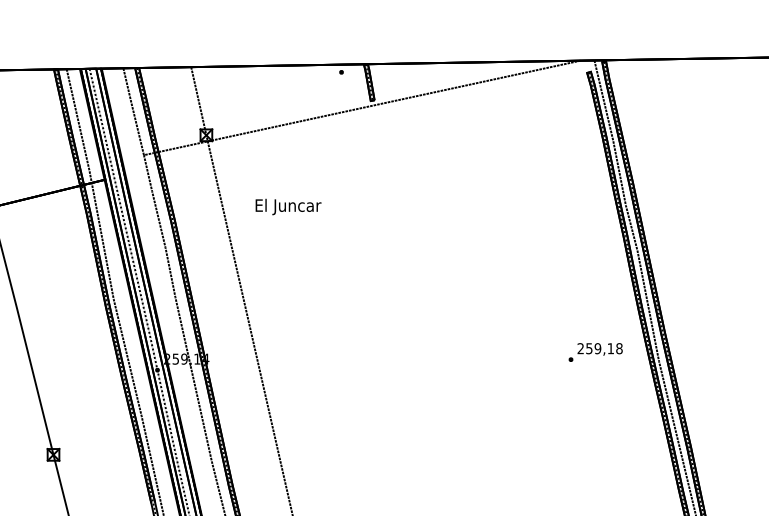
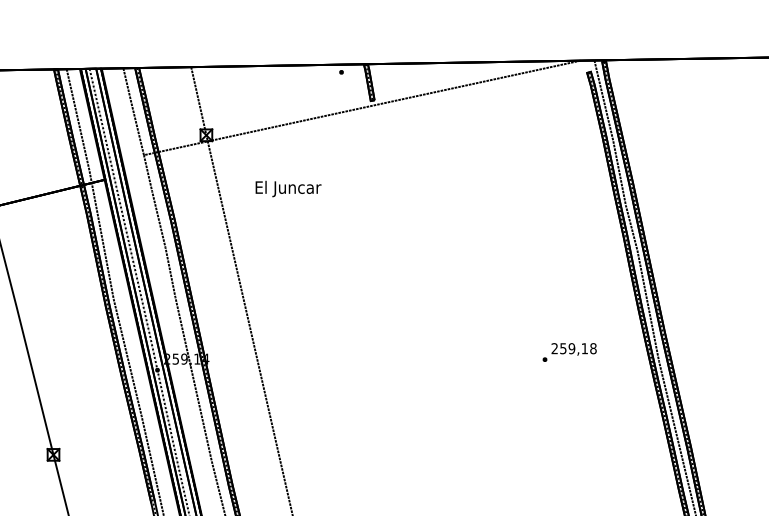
text at (288, 206) position: (288, 206) -> (288, 188)
text at (595, 352) position: (595, 352) -> (569, 352)
